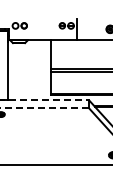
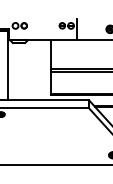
line at (45, 100): dashed -> solid
line at (44, 108): dashed -> solid
